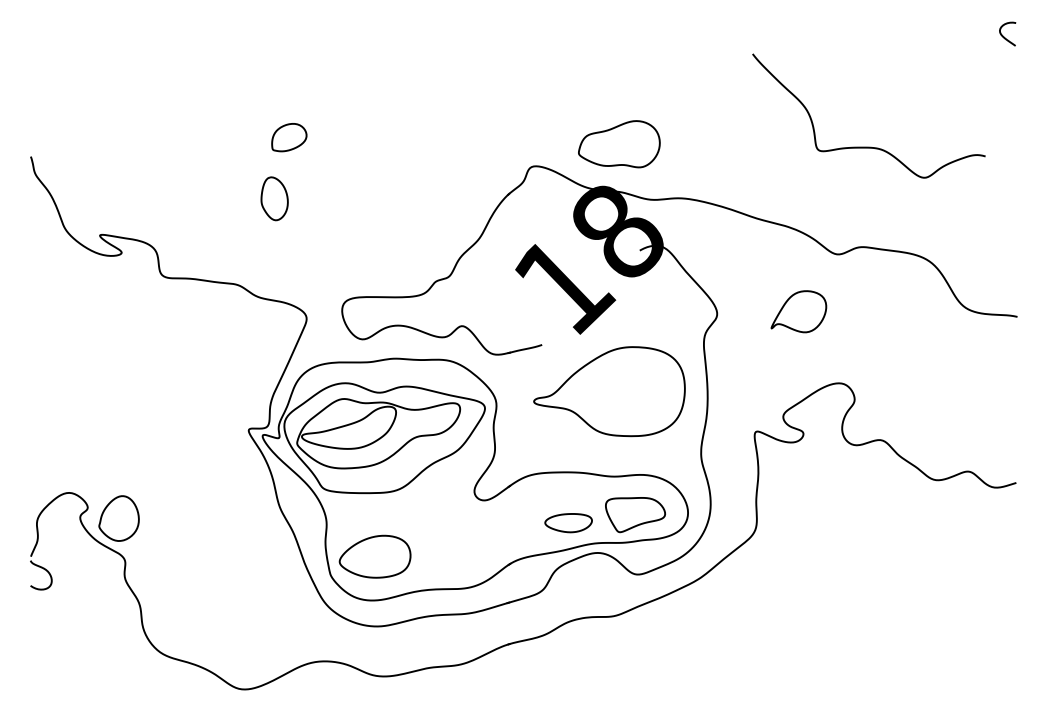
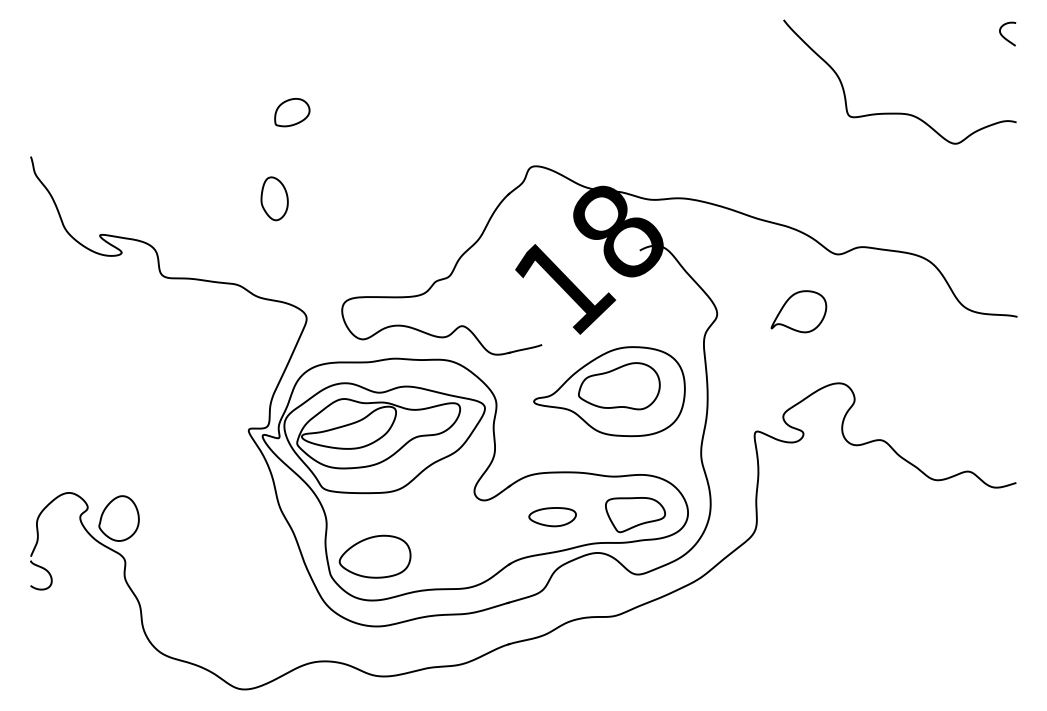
part at (289, 137) position: (289, 137) -> (292, 112)
part at (619, 144) position: (619, 144) -> (619, 386)
curve at (868, 146) position: (868, 146) -> (899, 112)
part at (568, 523) position: (568, 523) -> (552, 517)
